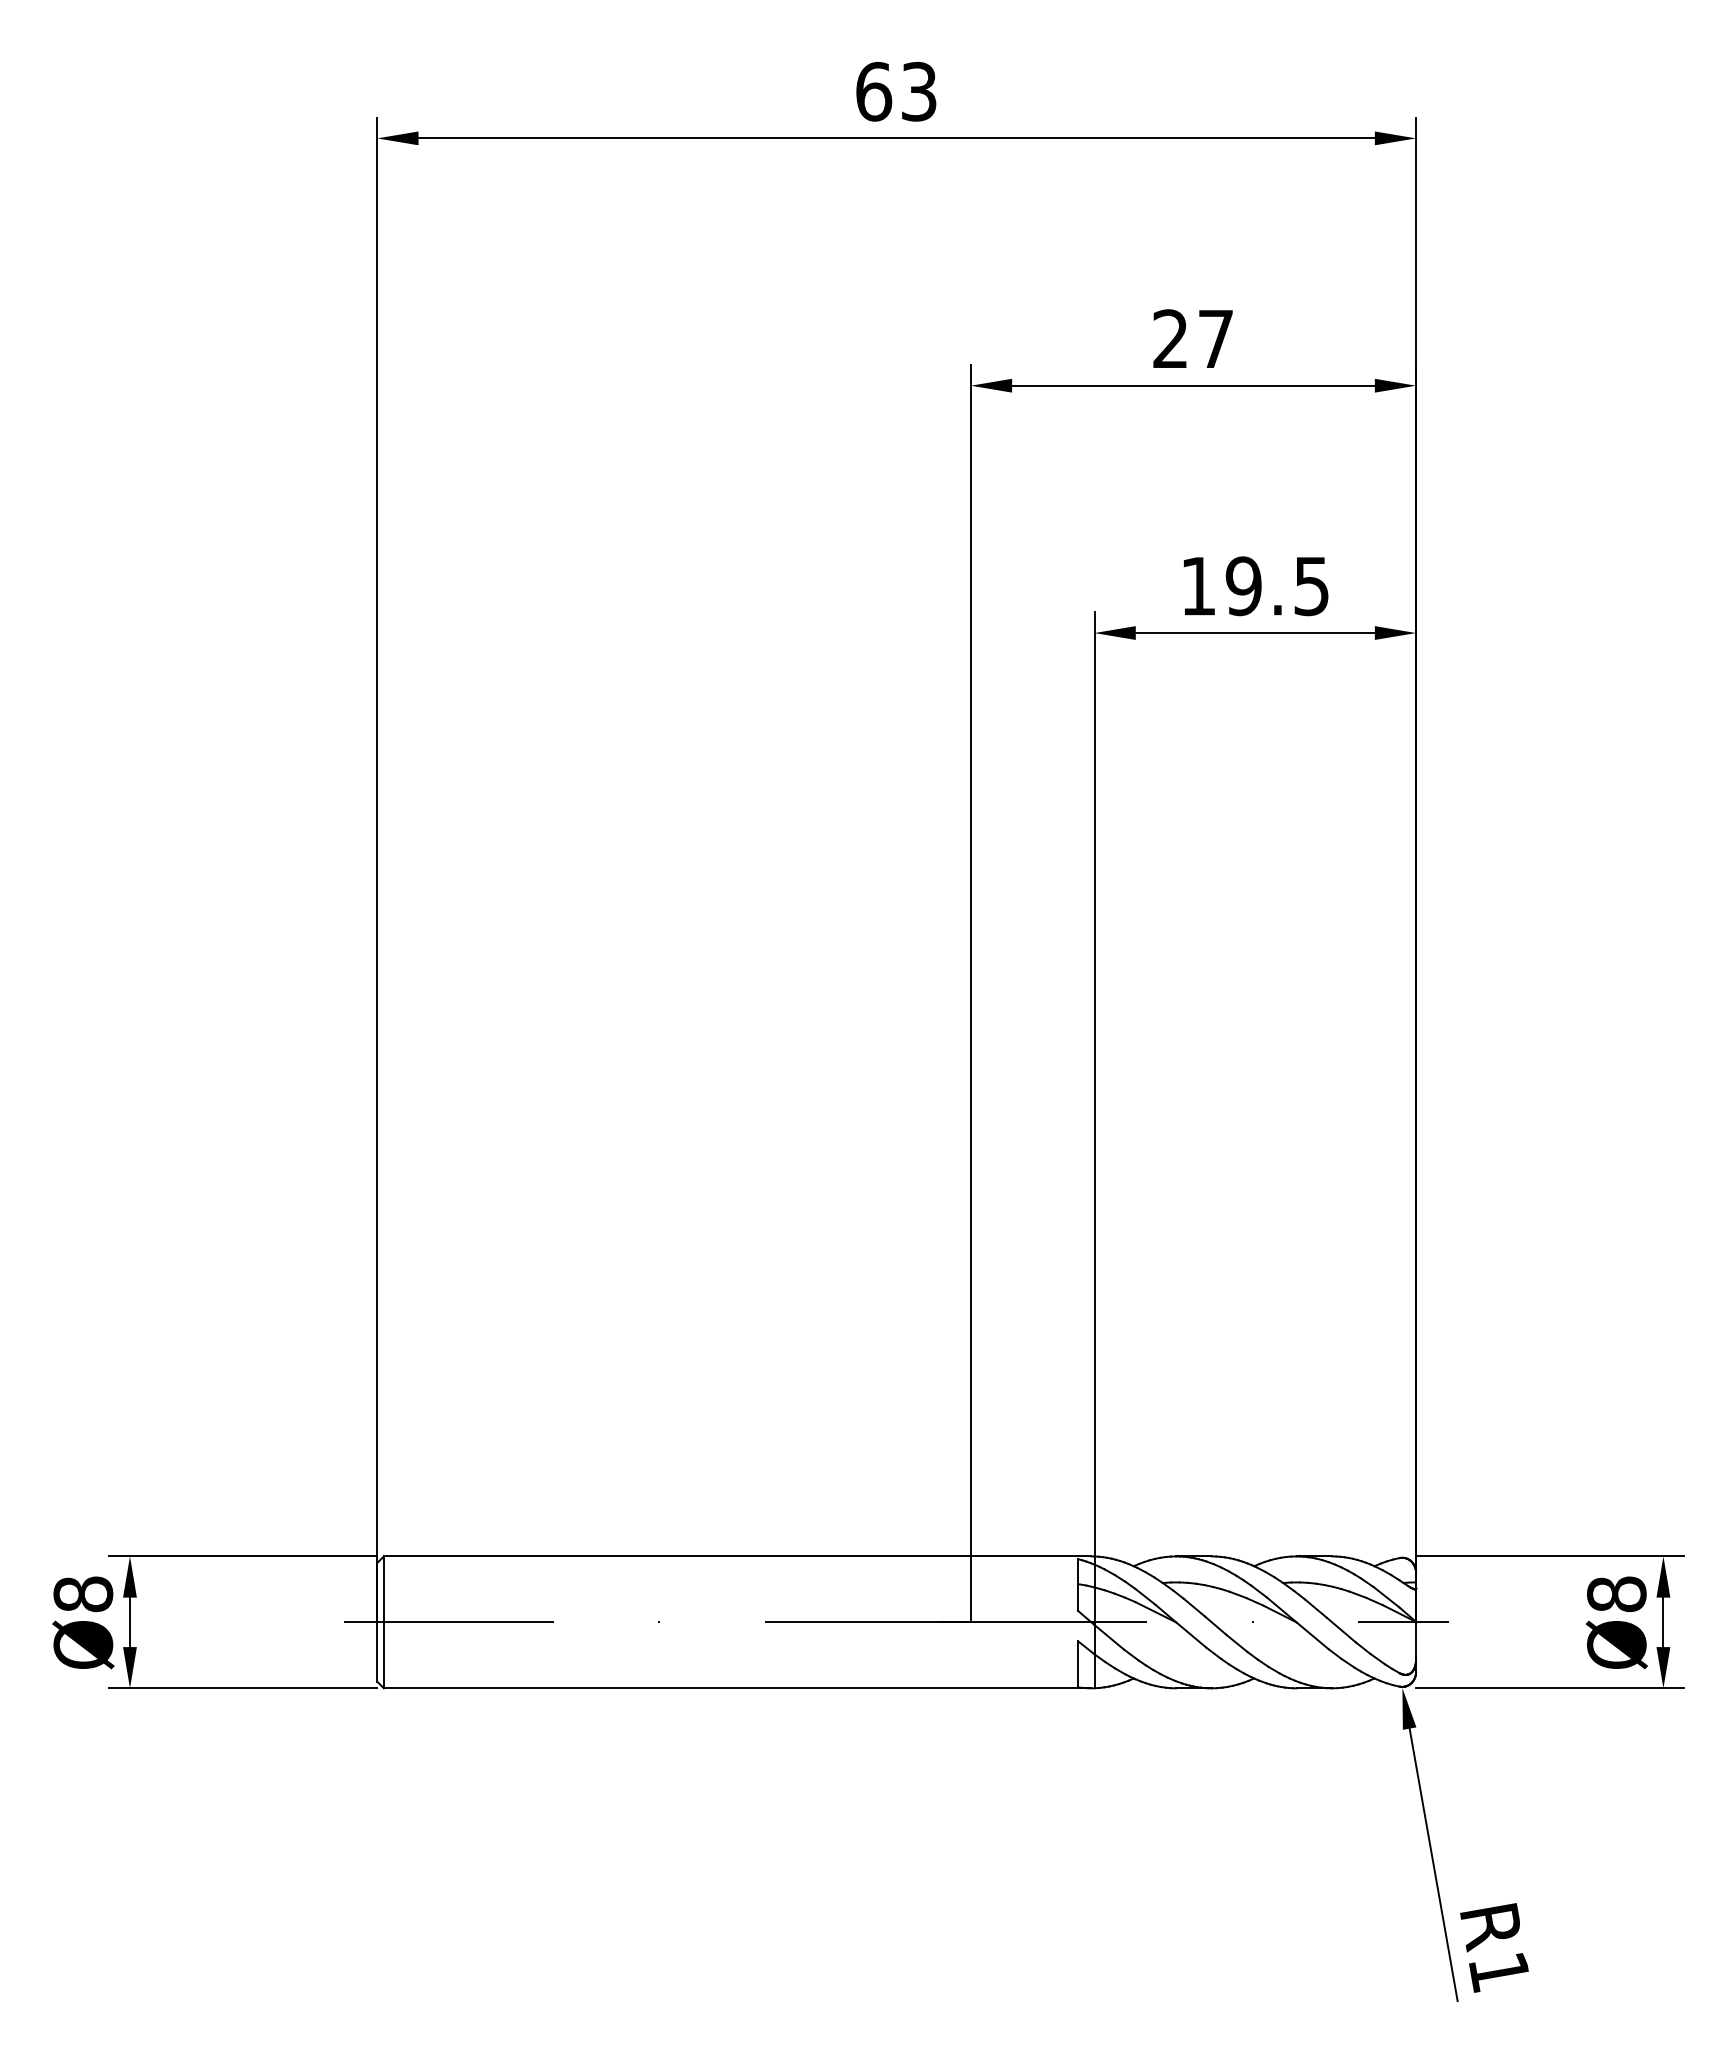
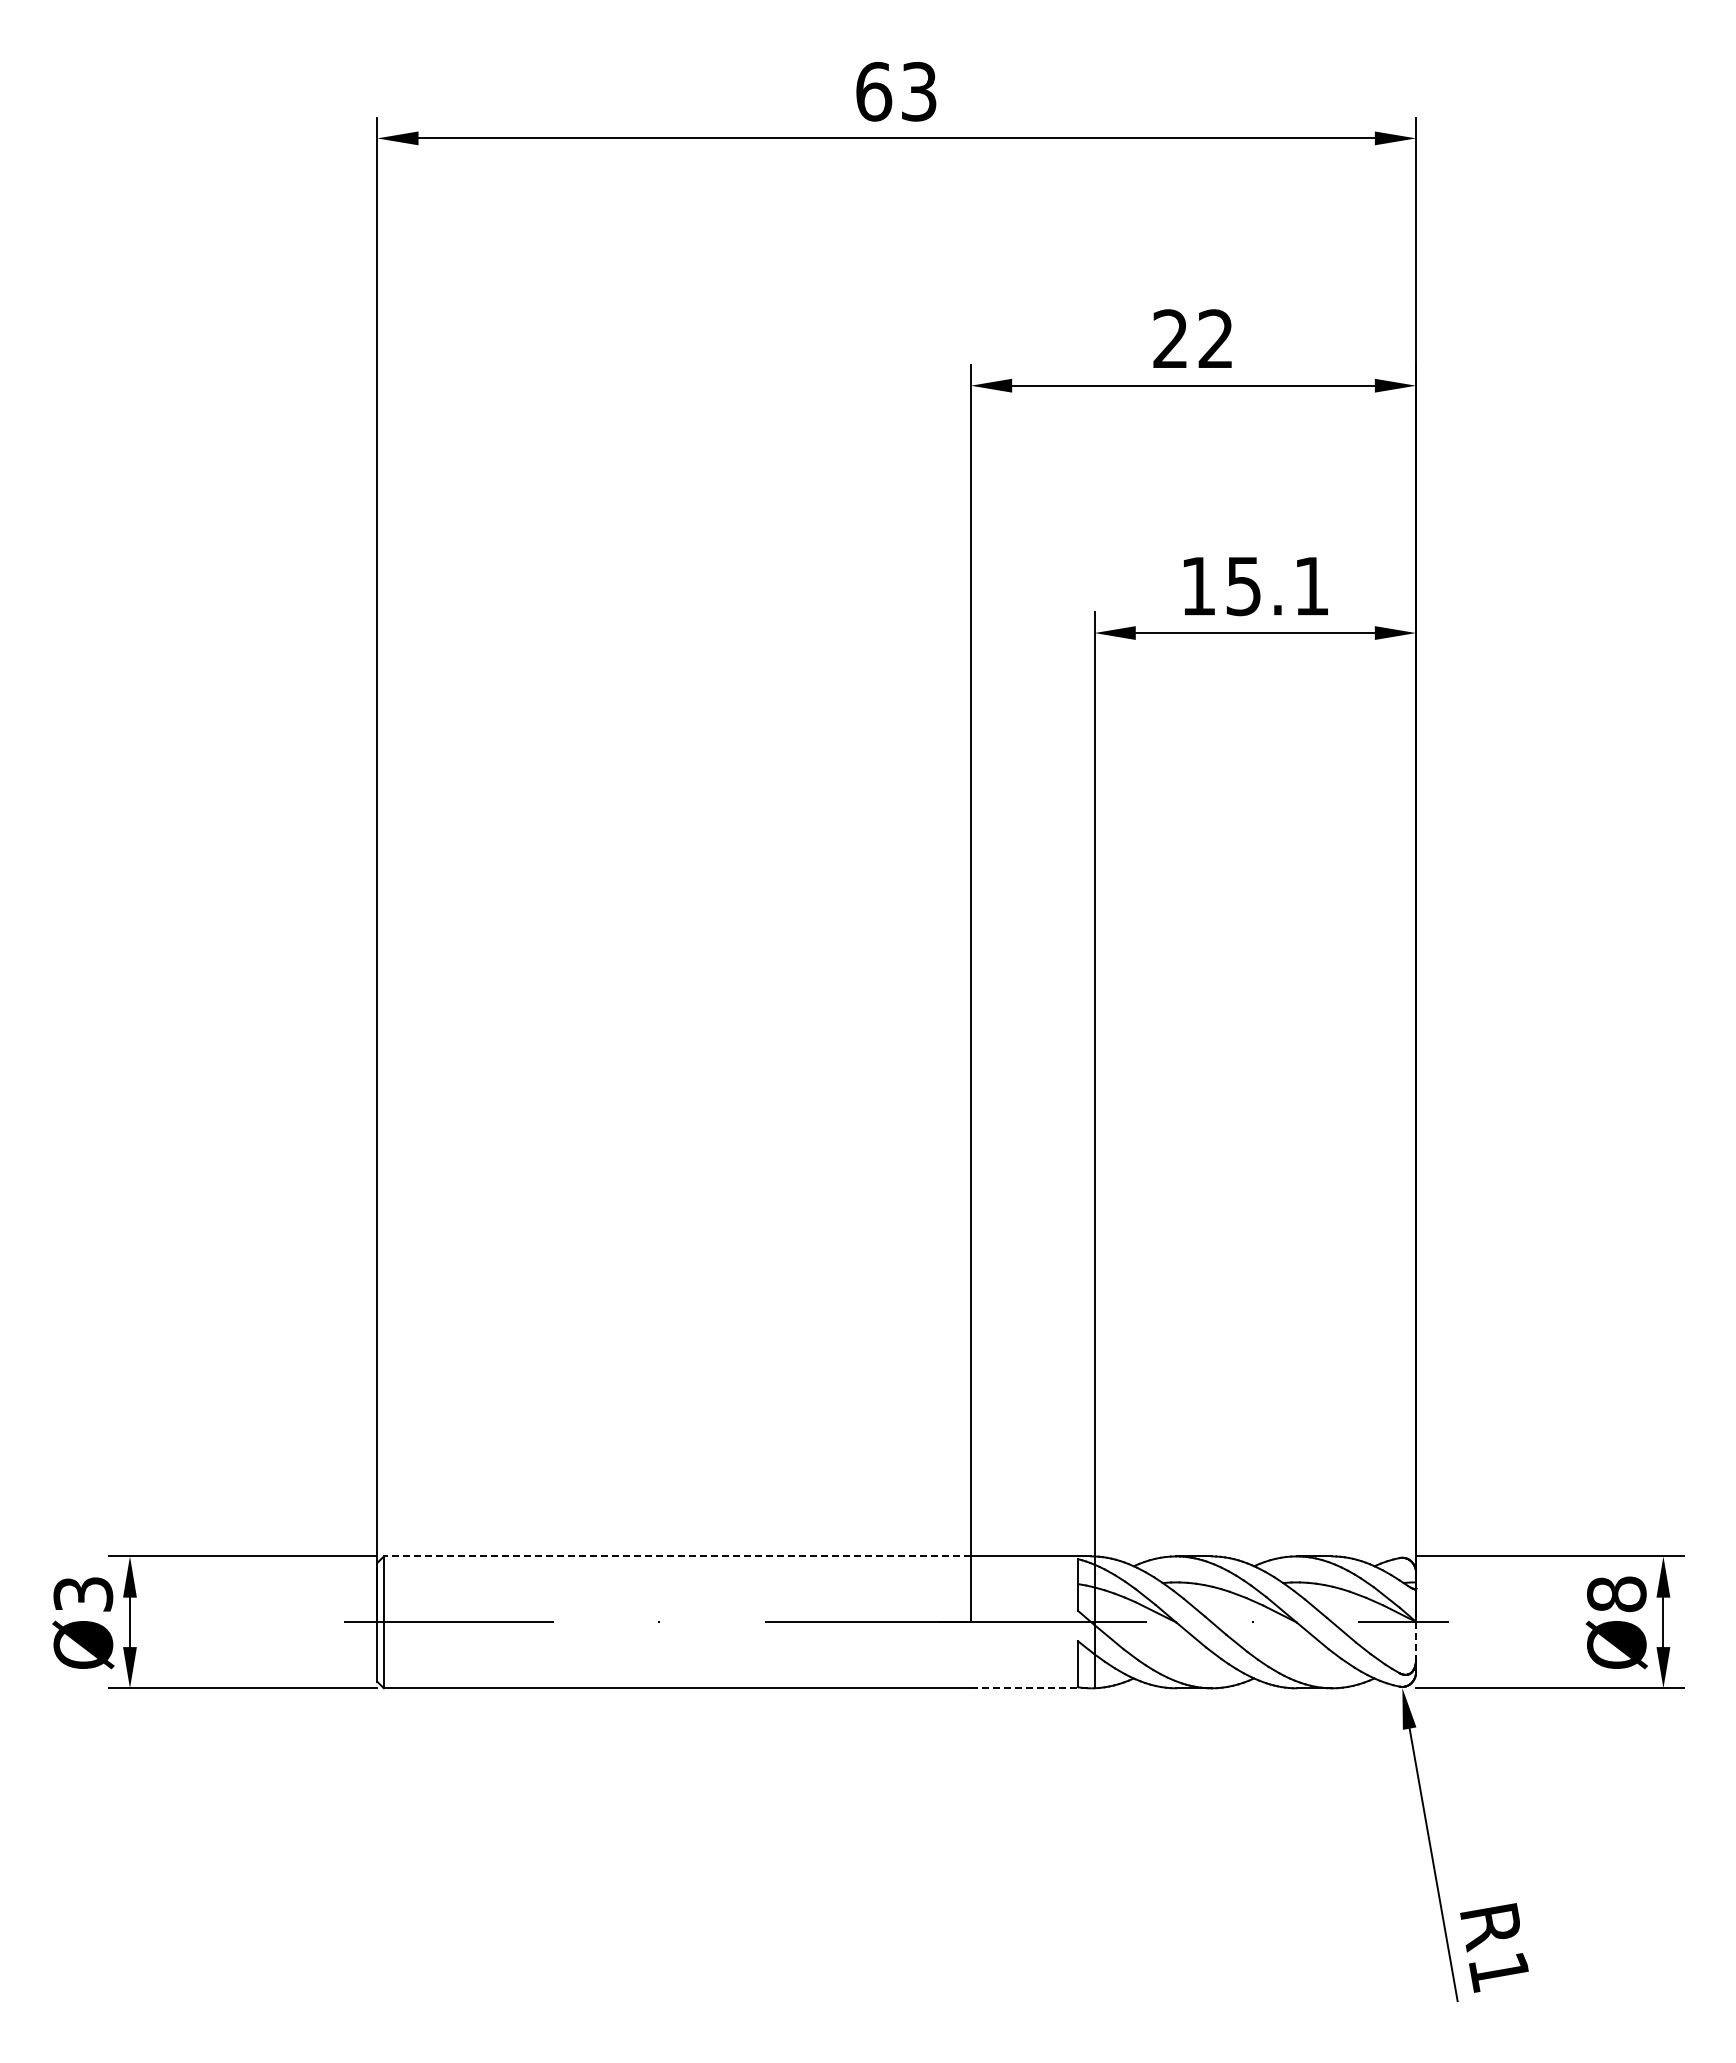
text at (1215, 338): 27 -> 22
text at (1276, 586): 19.5 -> 15.1
line at (676, 1556): solid -> dashed
text at (83, 1594): Ø8 -> Ø3
line at (1416, 1640): solid -> dashed
line at (1031, 1688): solid -> dashed
